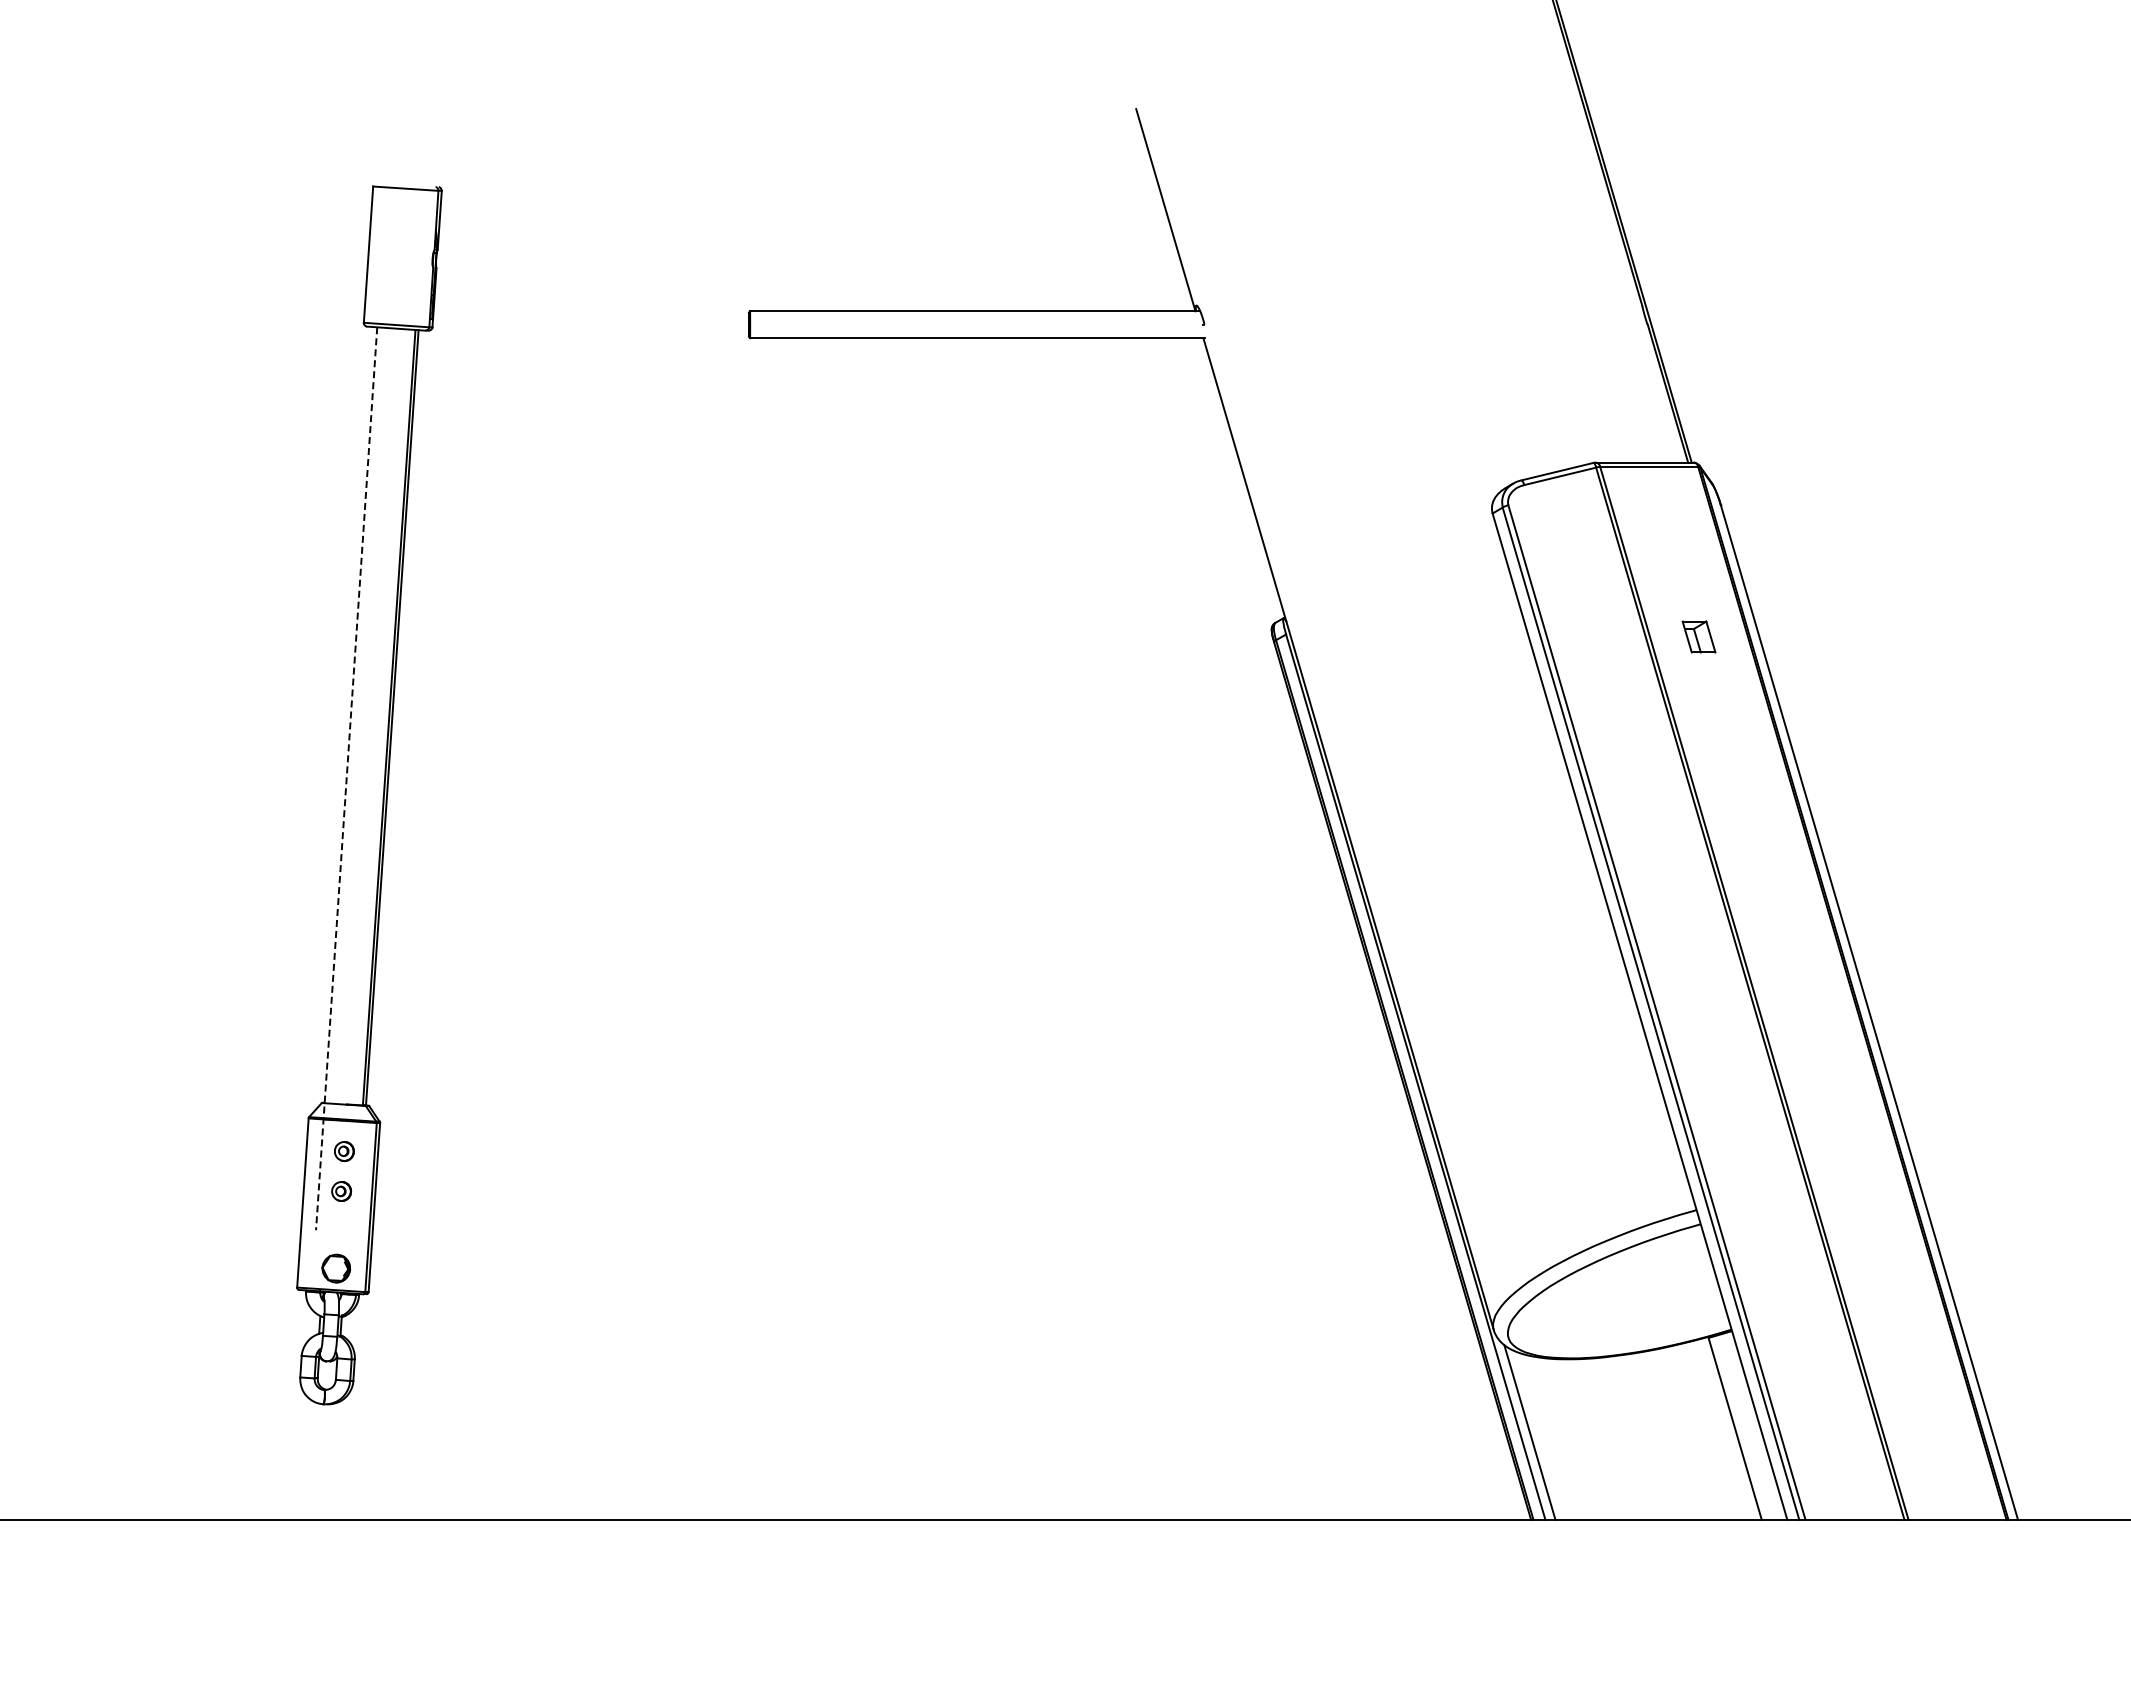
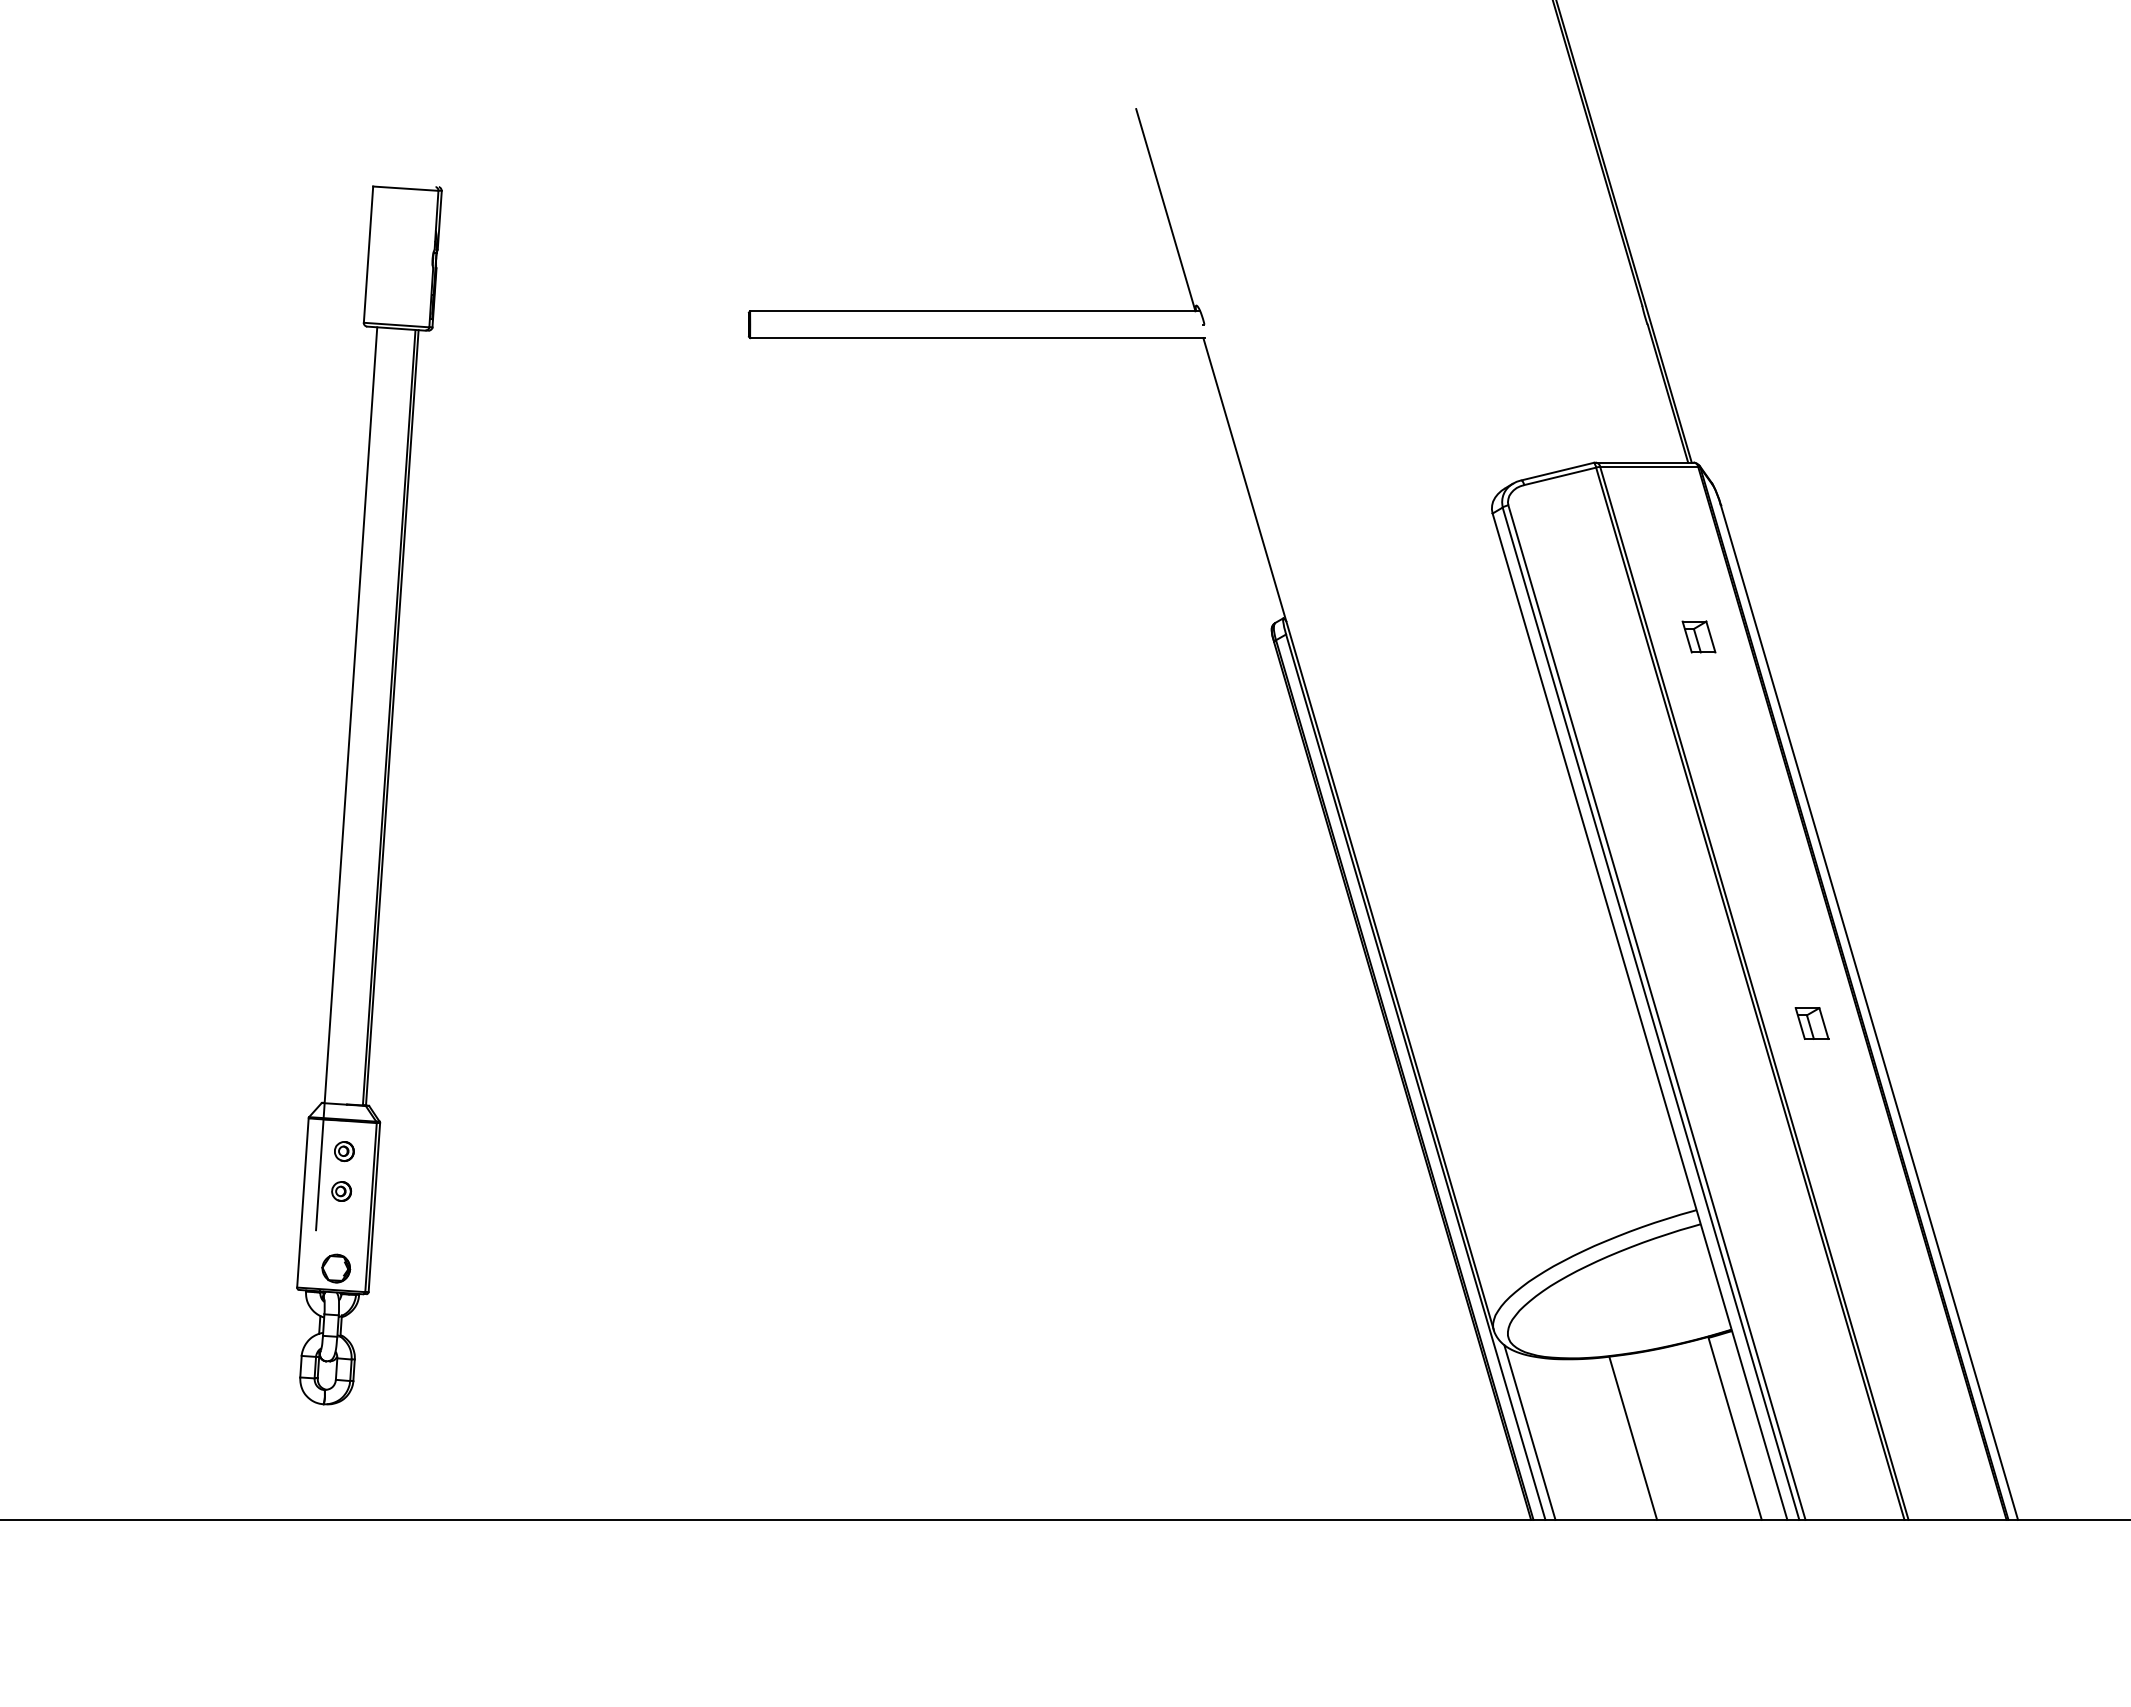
line at (346, 779): dashed -> solid
part at (1811, 1023): none -> present
line at (1633, 1437): none -> present
